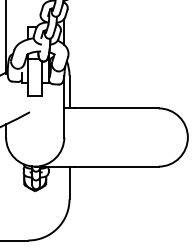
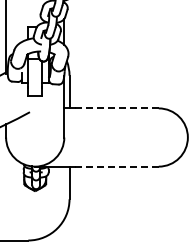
line at (116, 108): solid -> dashed
line at (116, 166): solid -> dashed
